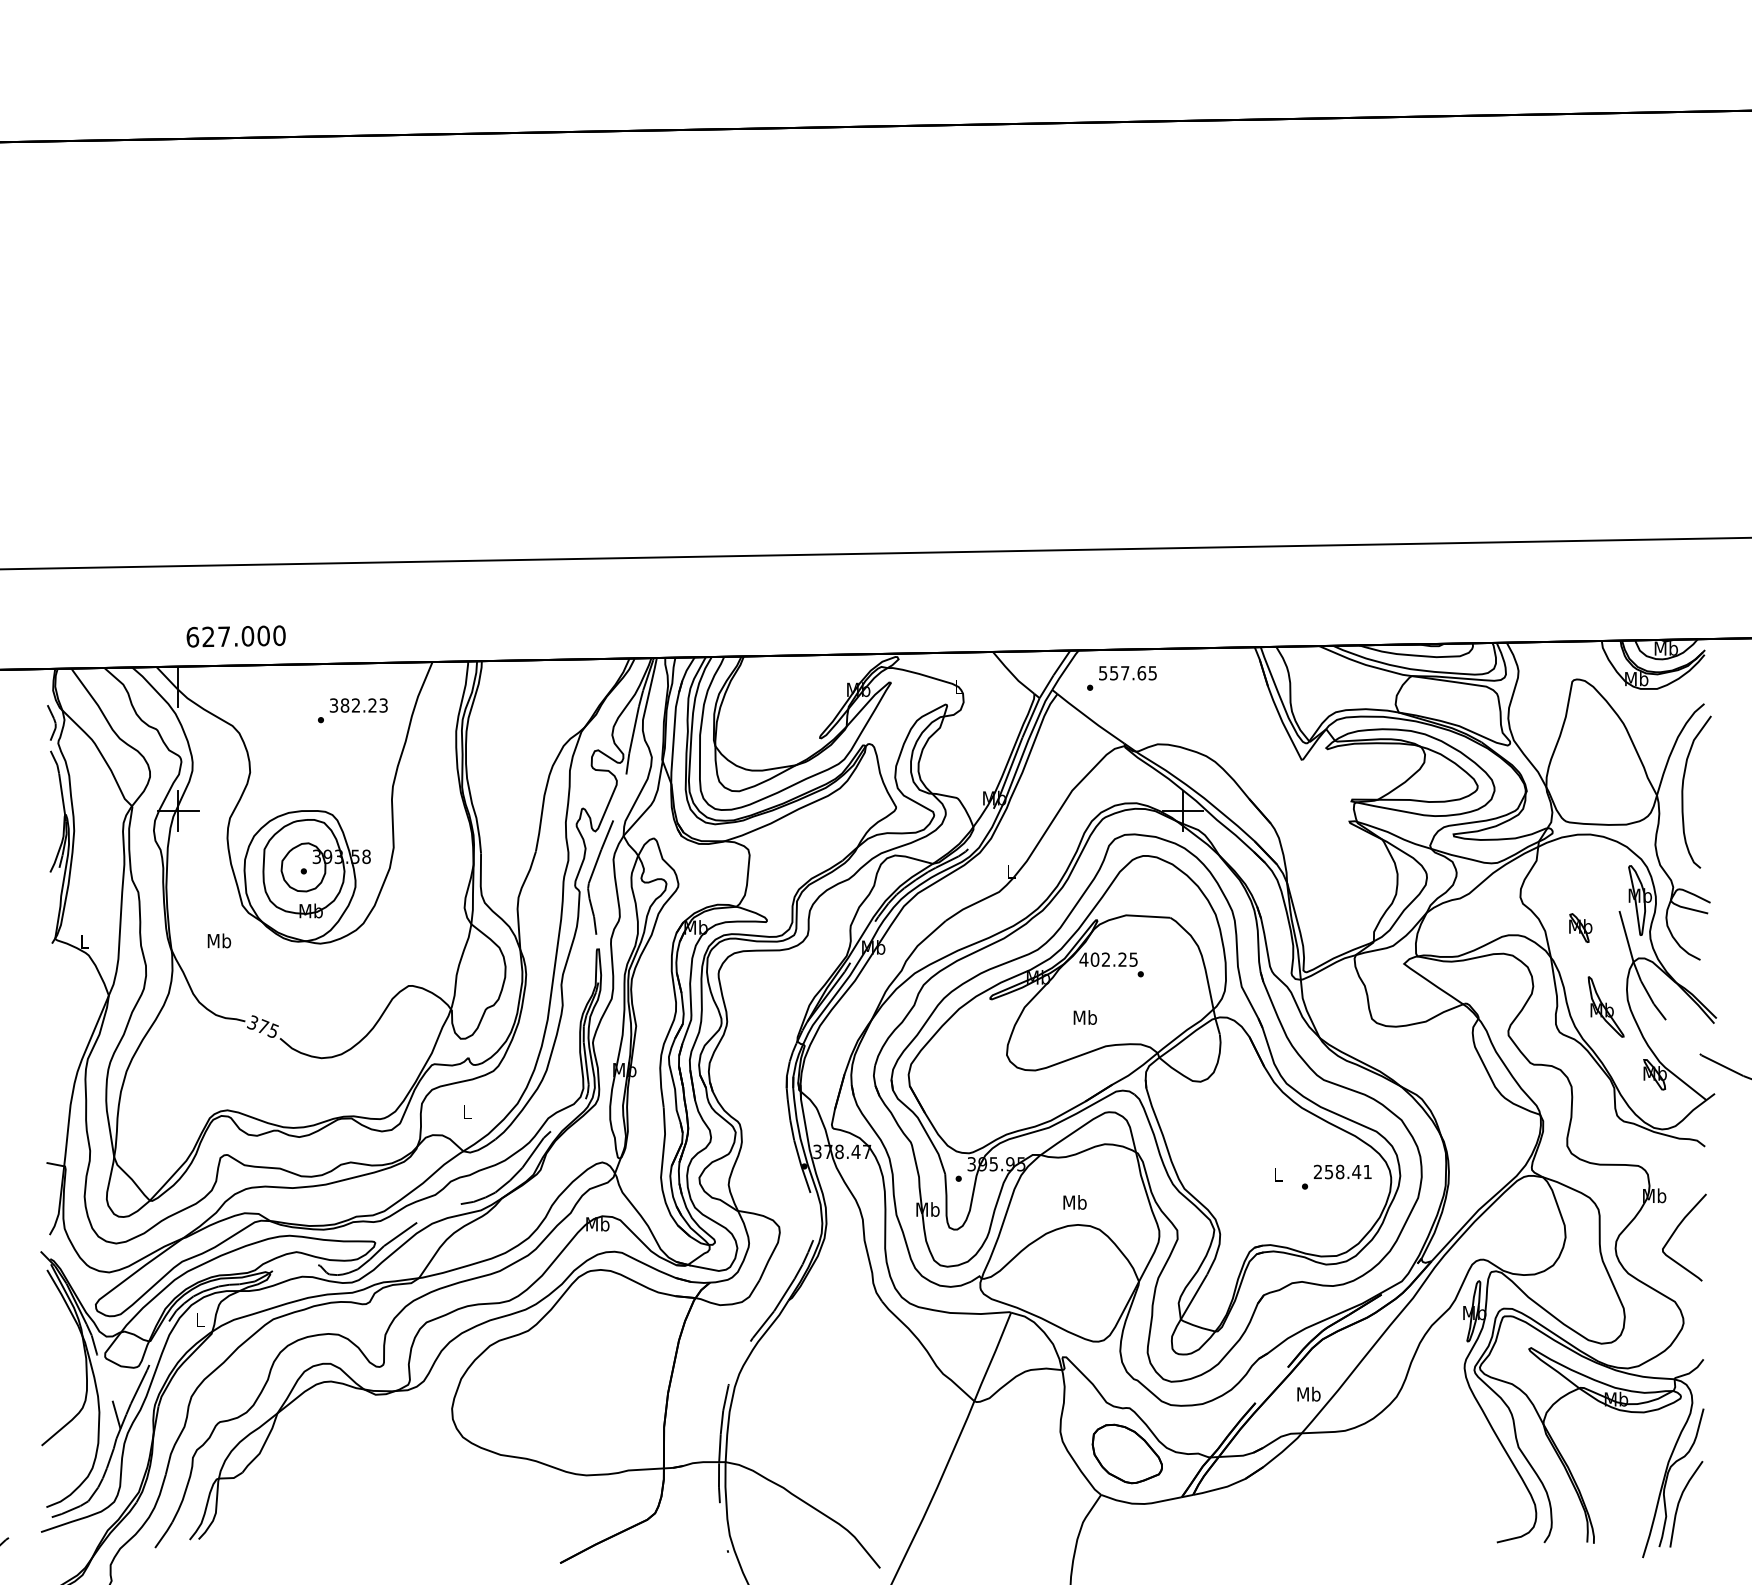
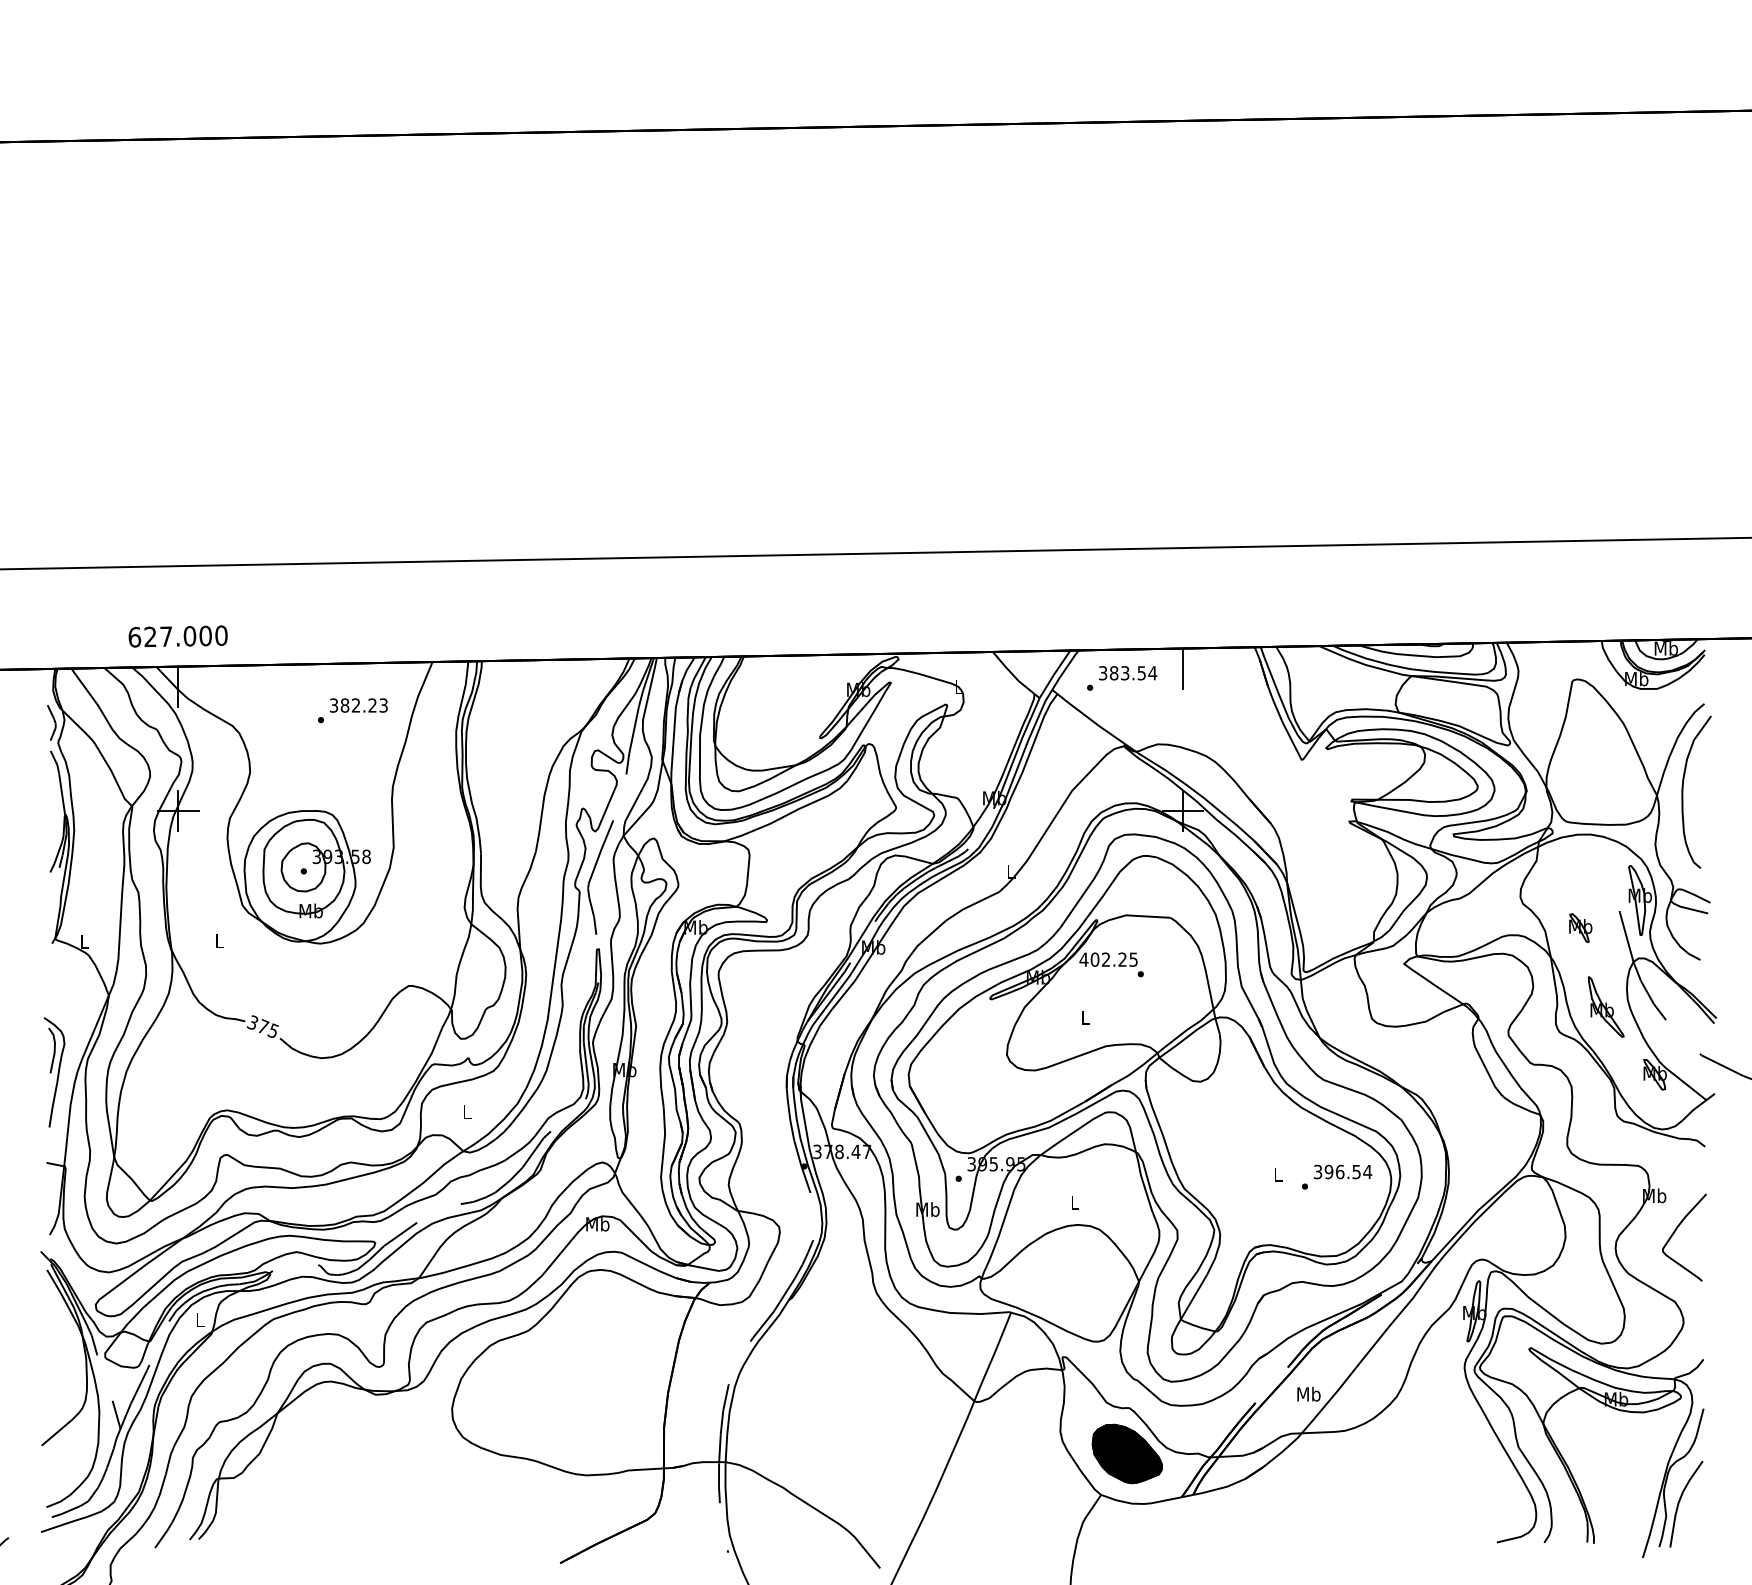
text at (235, 636) position: (235, 636) -> (177, 636)
line at (1183, 668): none -> present
text at (1128, 673): 557.65 -> 383.54
text at (219, 940): Mb -> L
text at (1084, 1017): Mb -> L
part at (54, 1072): none -> present
text at (1343, 1171): 258.41 -> 396.54
text at (1074, 1202): Mb -> L
fill at (1127, 1453): none -> present
